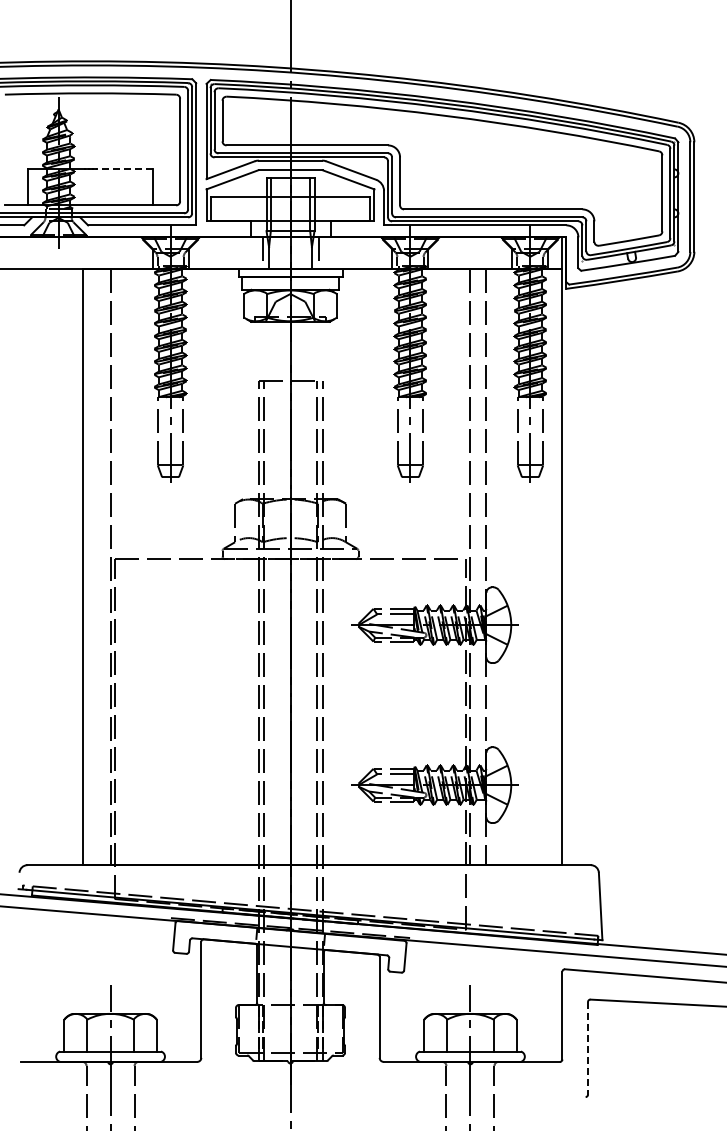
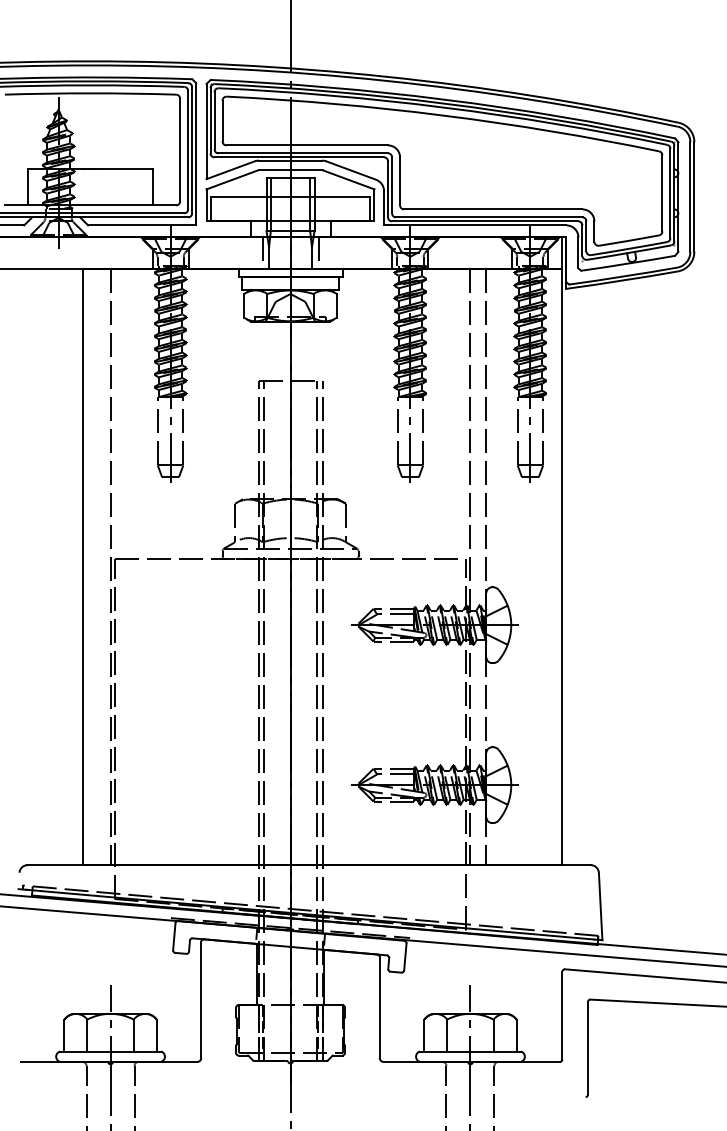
line at (124, 169): dashed -> solid
line at (588, 1048): dashed -> solid
